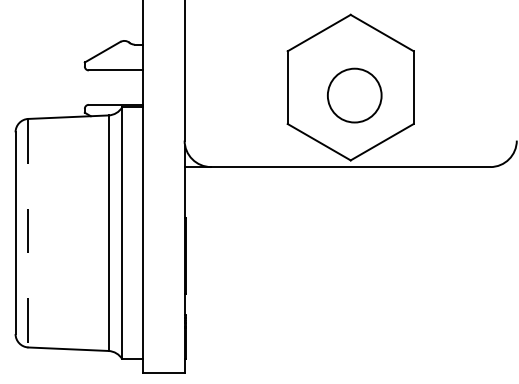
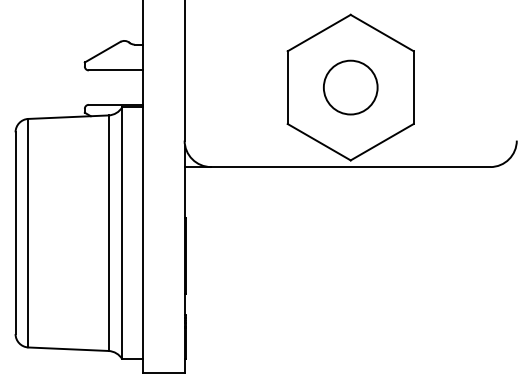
circle at (354, 95) position: (354, 95) -> (350, 87)
line at (28, 233): dashed -> solid
